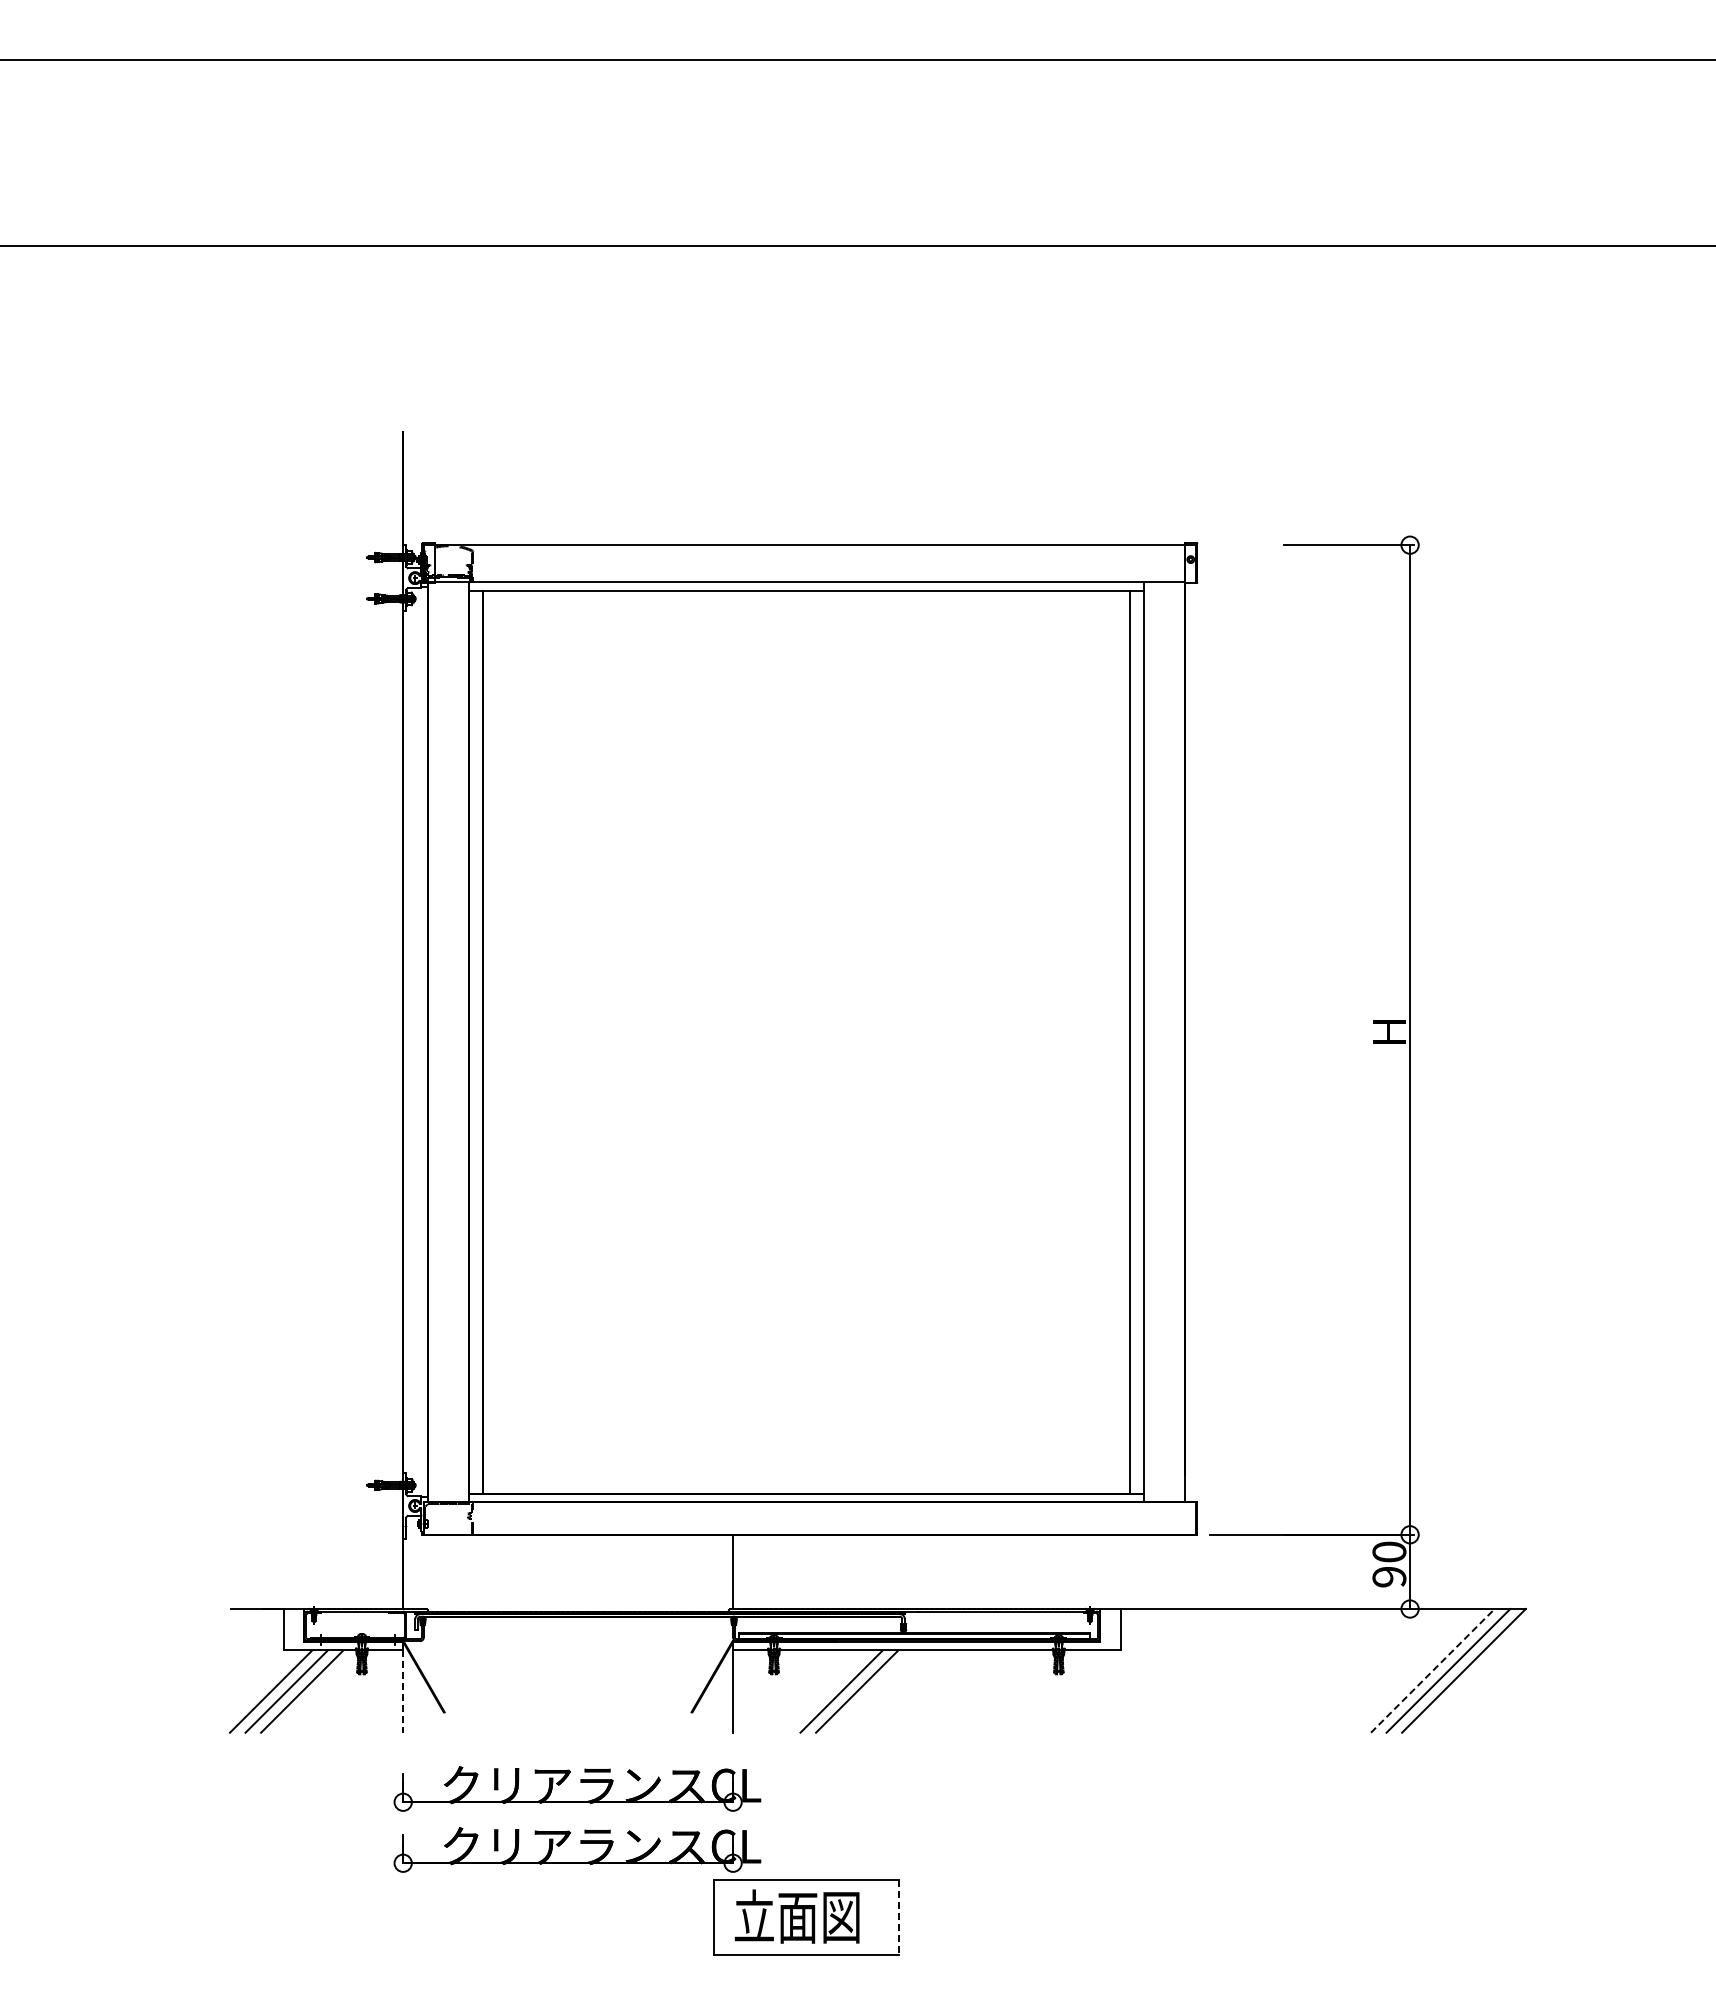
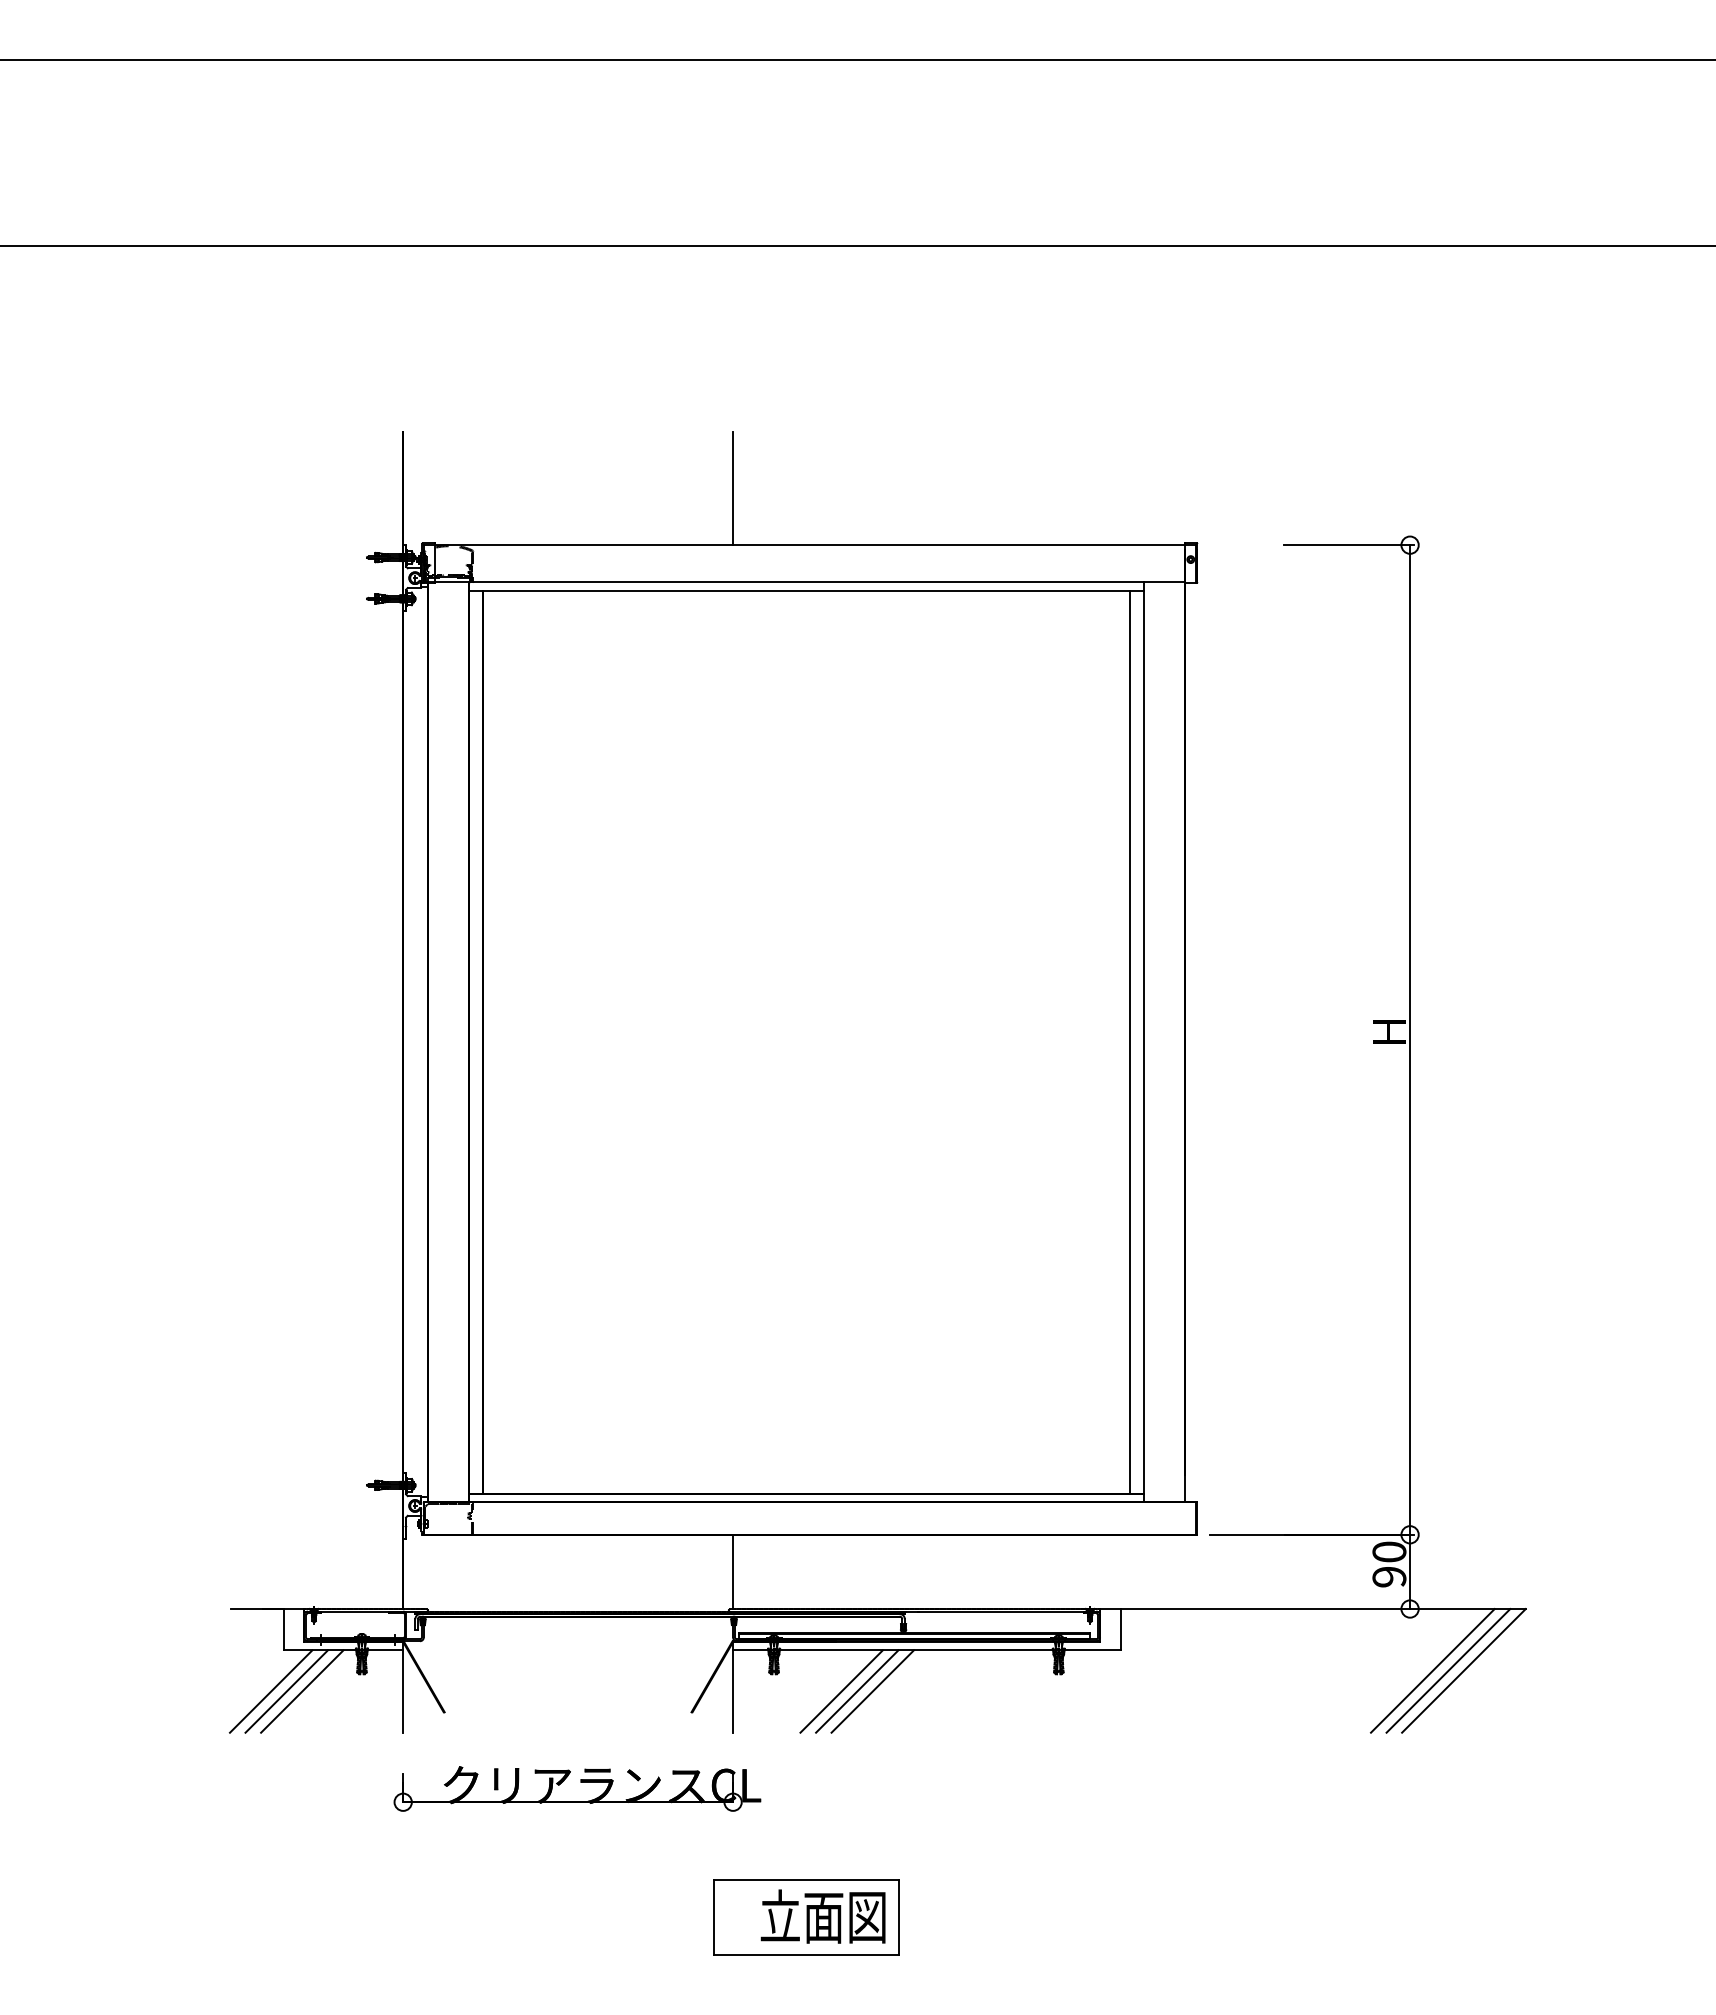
line at (733, 488): none -> present
line at (1433, 1670): dashed -> solid
line at (872, 1691): none -> present
line at (403, 1692): dashed -> solid
part at (580, 1843): present -> none
text at (796, 1916) position: (796, 1916) -> (822, 1916)
line at (899, 1917): dashed -> solid
